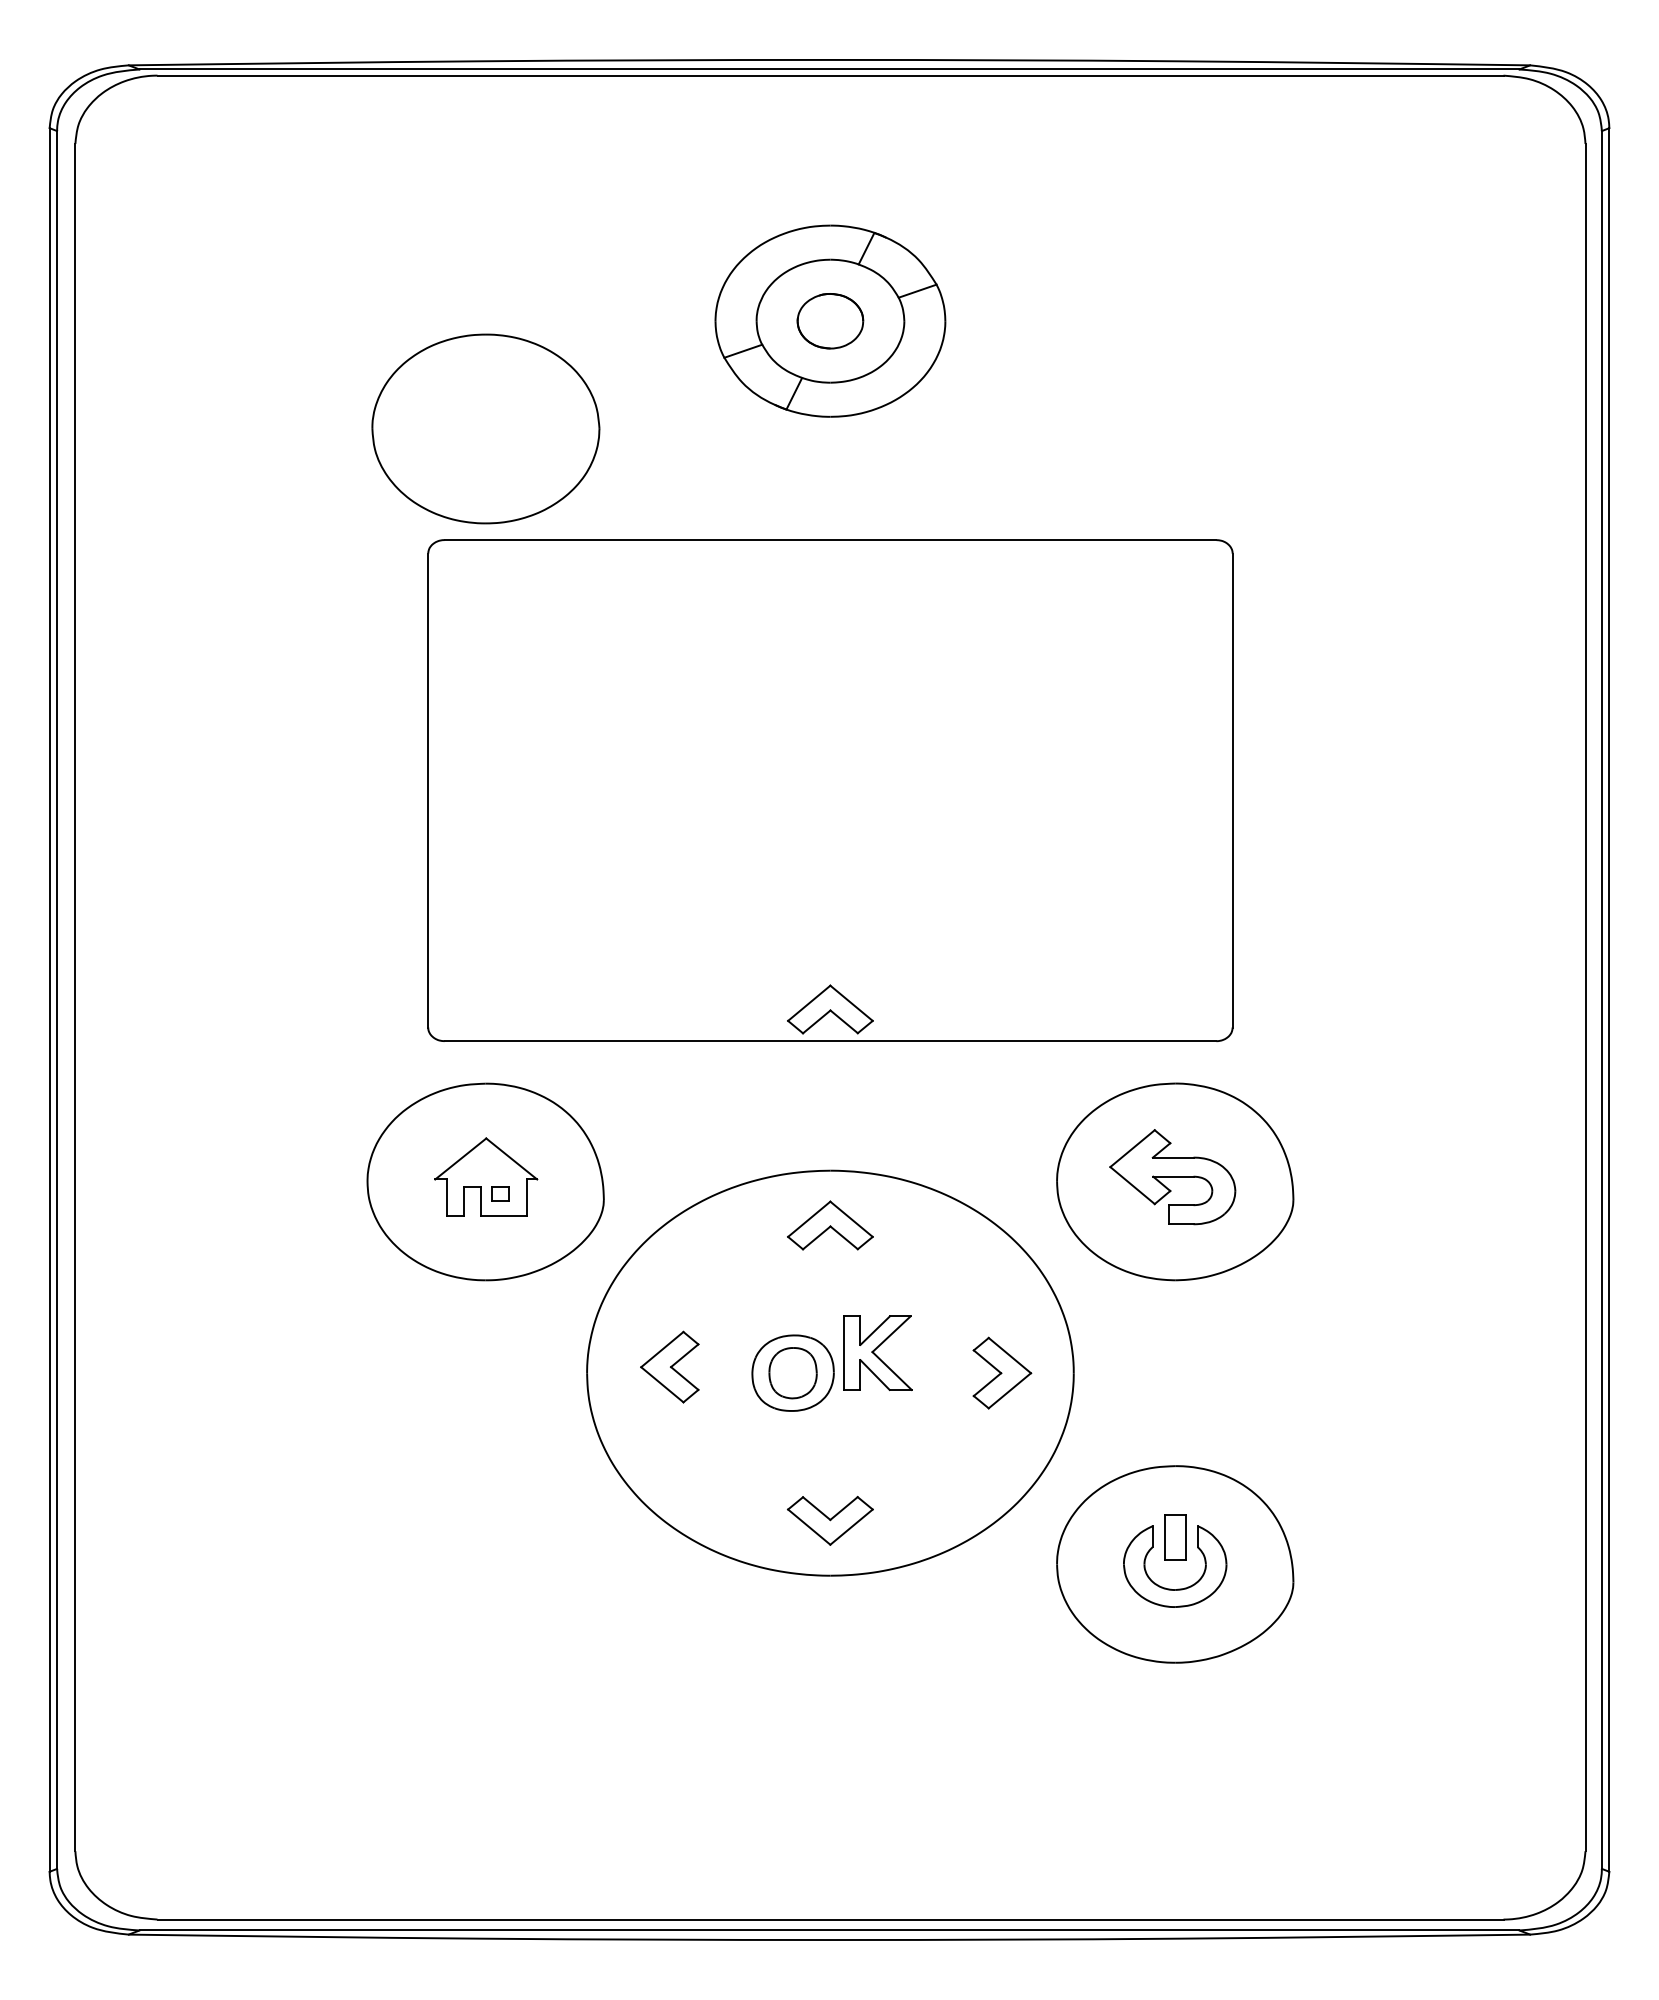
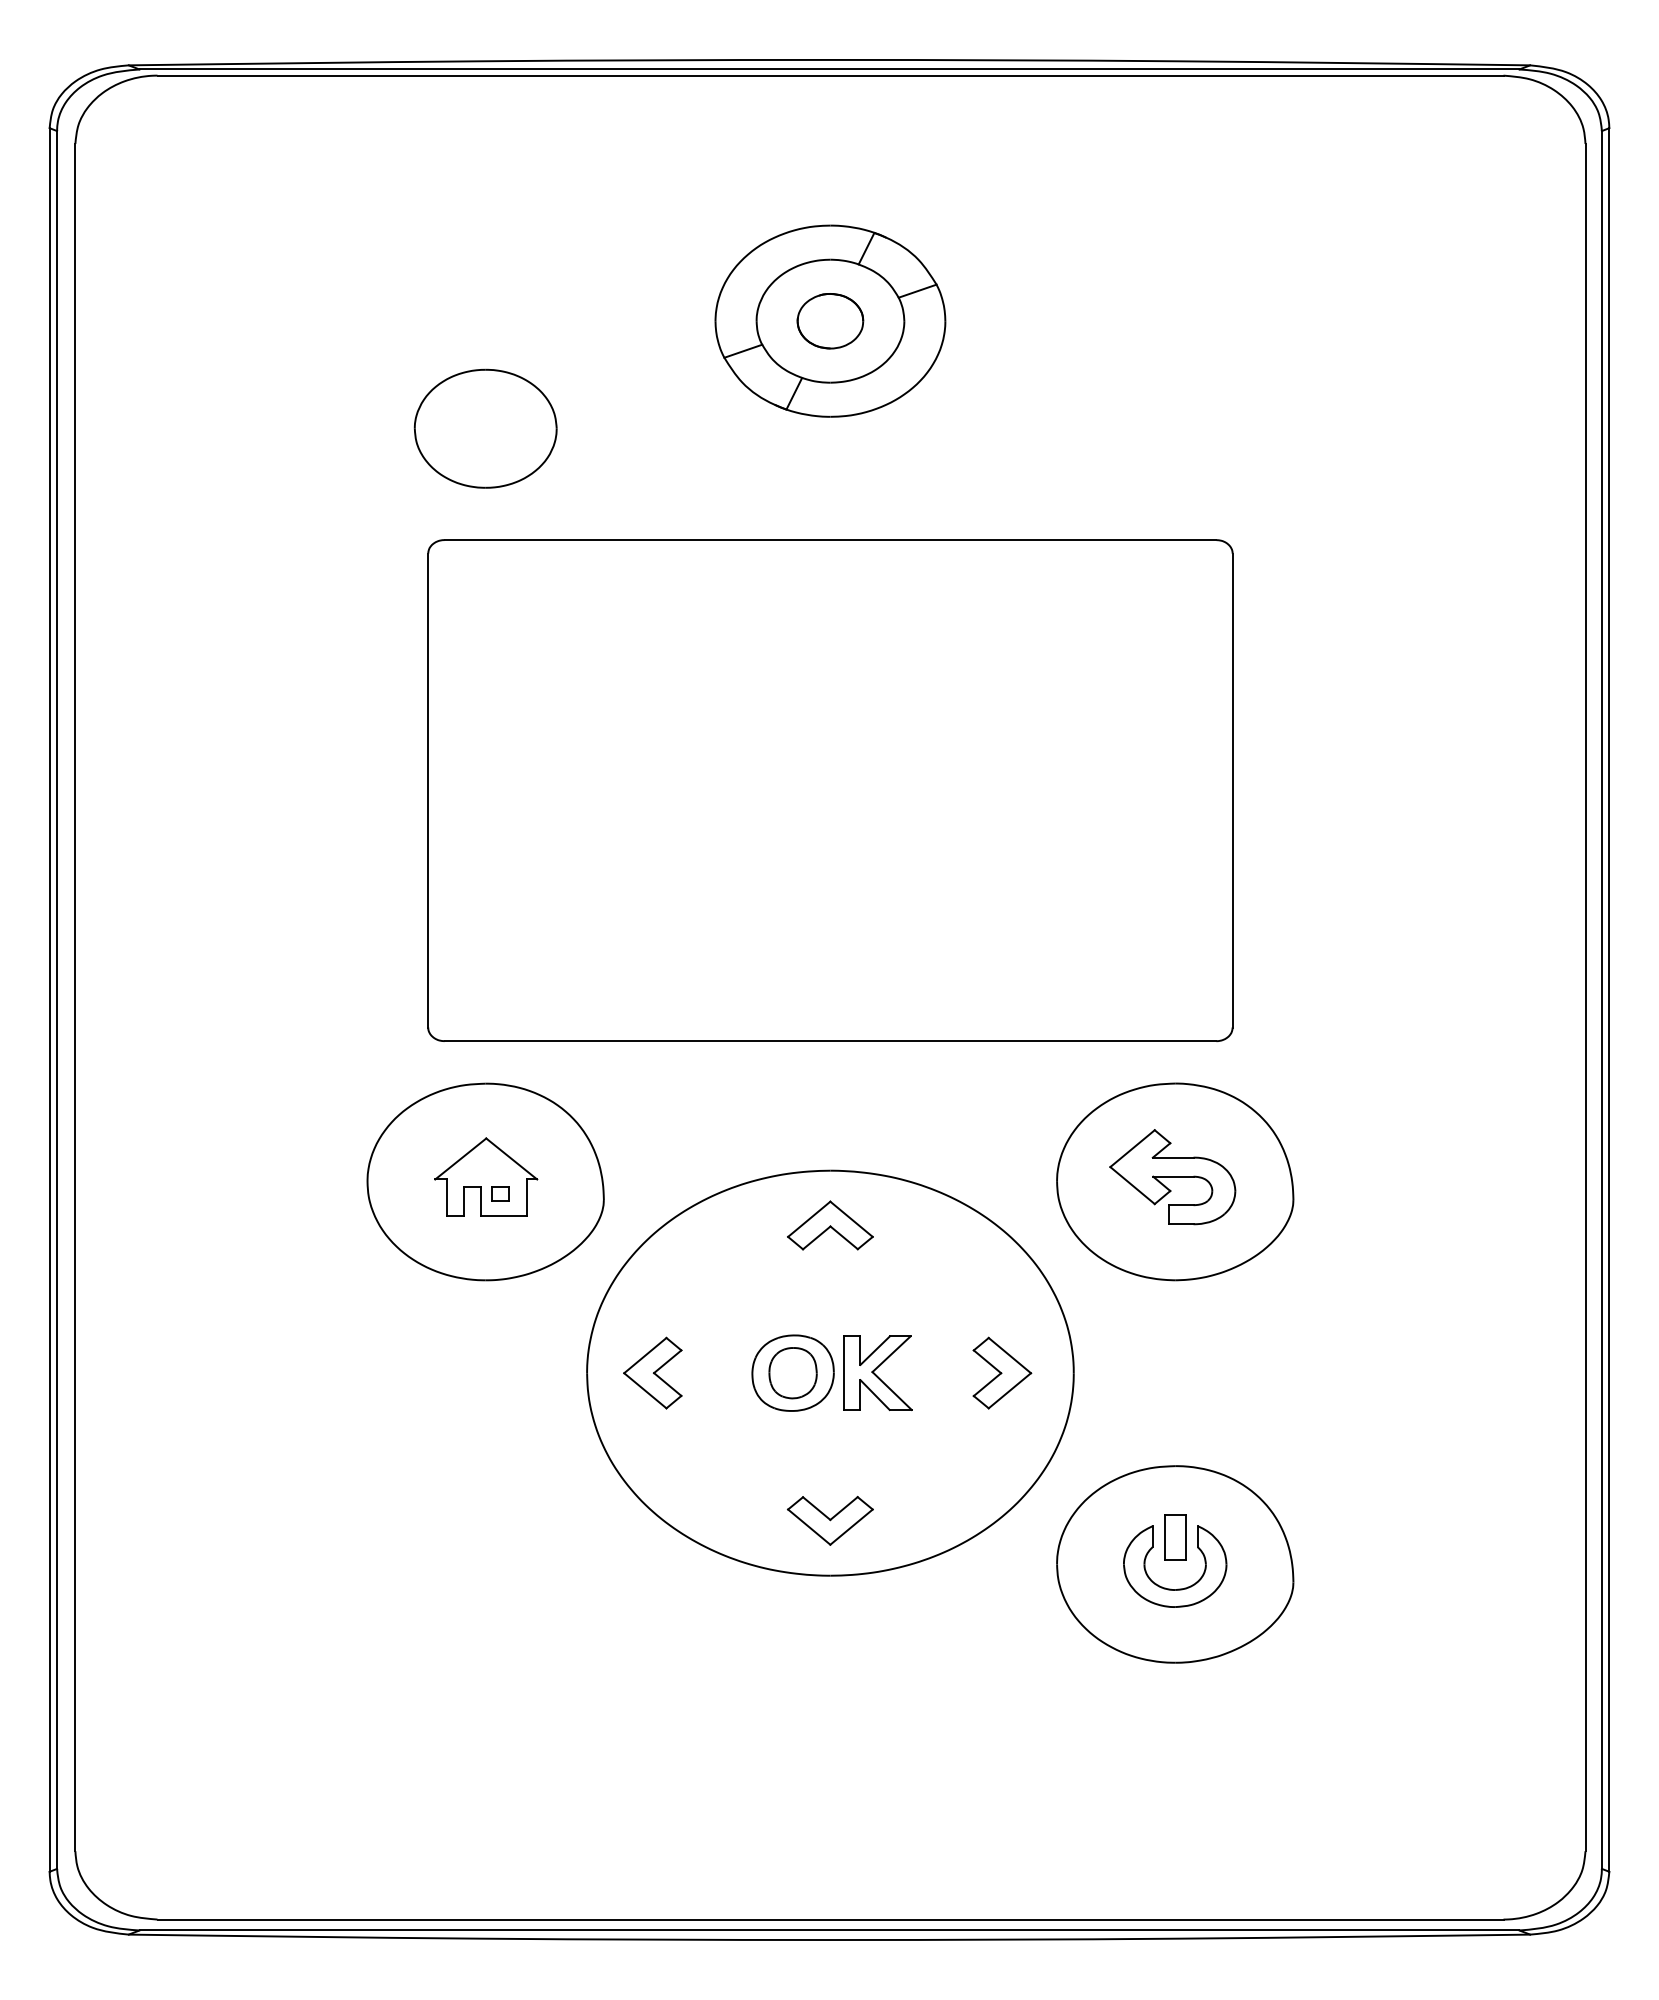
part at (485, 428) size: 230x192 px -> 145x121 px
part at (830, 1009): present -> none
part at (877, 1352) position: (877, 1352) -> (877, 1372)
part at (669, 1366) position: (669, 1366) -> (652, 1372)
